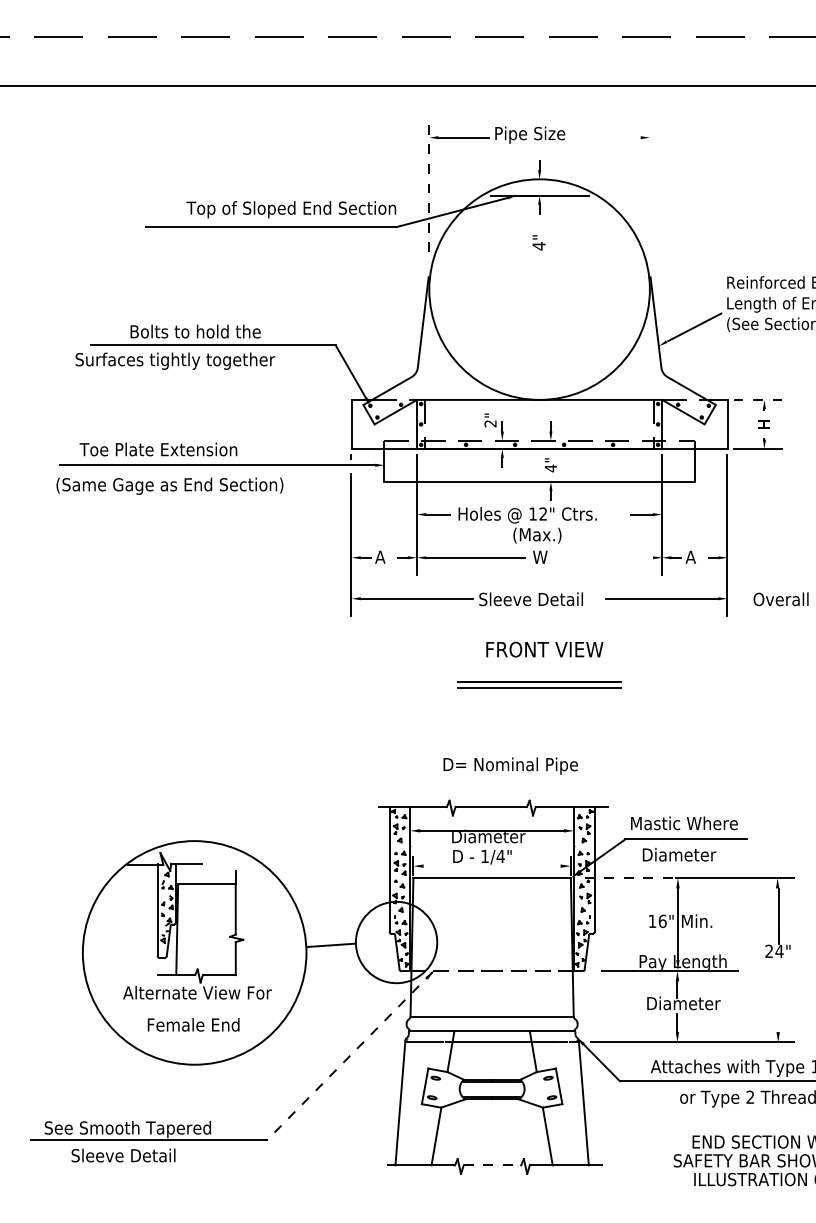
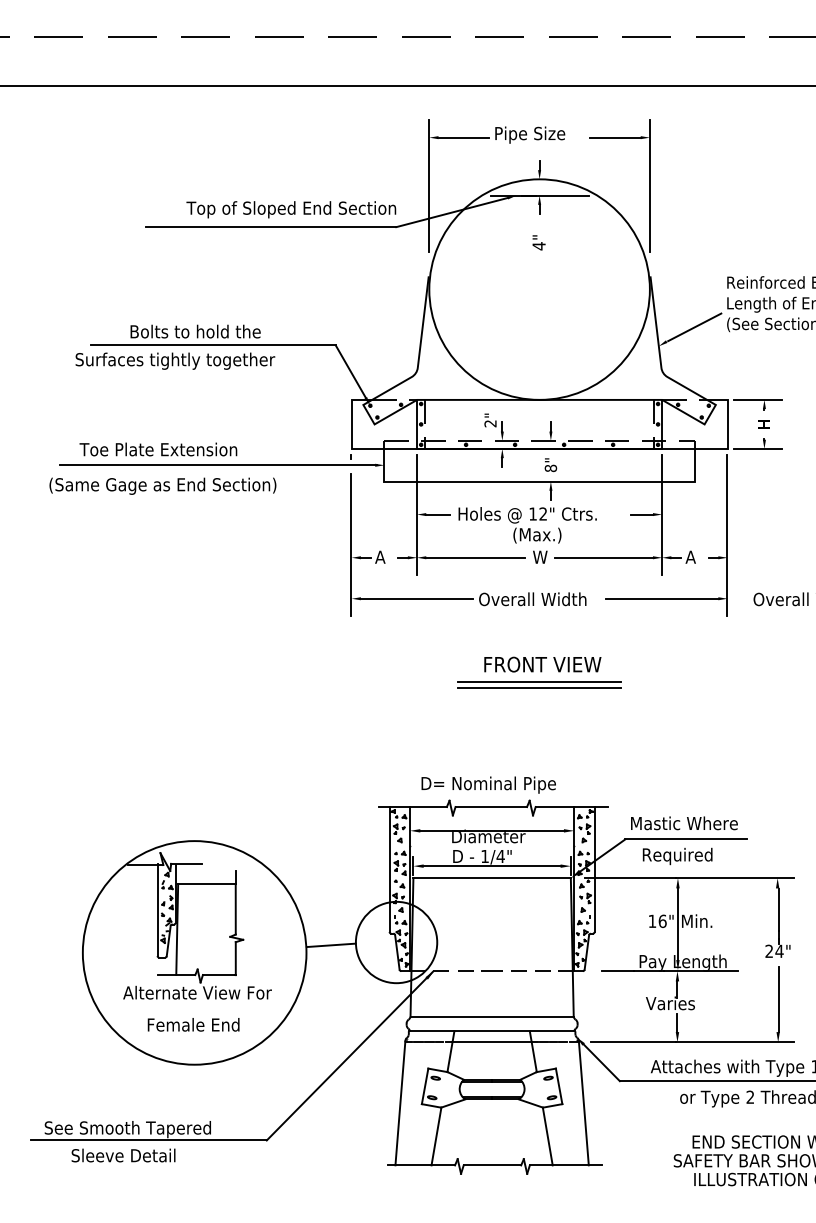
line at (615, 137): none -> present
line at (429, 185): dashed -> solid
line at (649, 186): none -> present
line at (758, 399): dashed -> solid
text at (550, 468): 4" -> 8"
text at (169, 485) position: (169, 485) -> (162, 485)
line at (603, 557): none -> present
text at (532, 599): Sleeve Detail -> Overall Width
text at (544, 649) position: (544, 649) -> (542, 664)
text at (510, 765) position: (510, 765) -> (488, 784)
text at (680, 856): Diameter -> Required
line at (491, 866): none -> present
line at (630, 878): dashed -> solid
line at (778, 998): none -> present
text at (683, 1003): Diameter -> Varies
line at (349, 1056): dashed -> solid
line at (492, 1165): dashed -> solid
